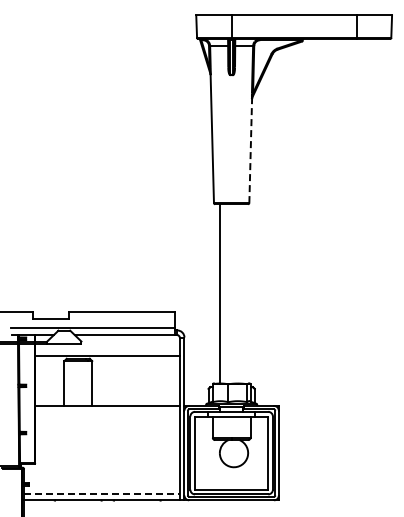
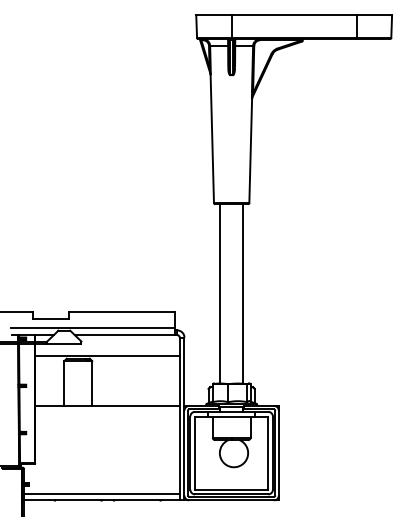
line at (250, 150): dashed -> solid
line at (243, 293): none -> present
line at (101, 494): dashed -> solid
